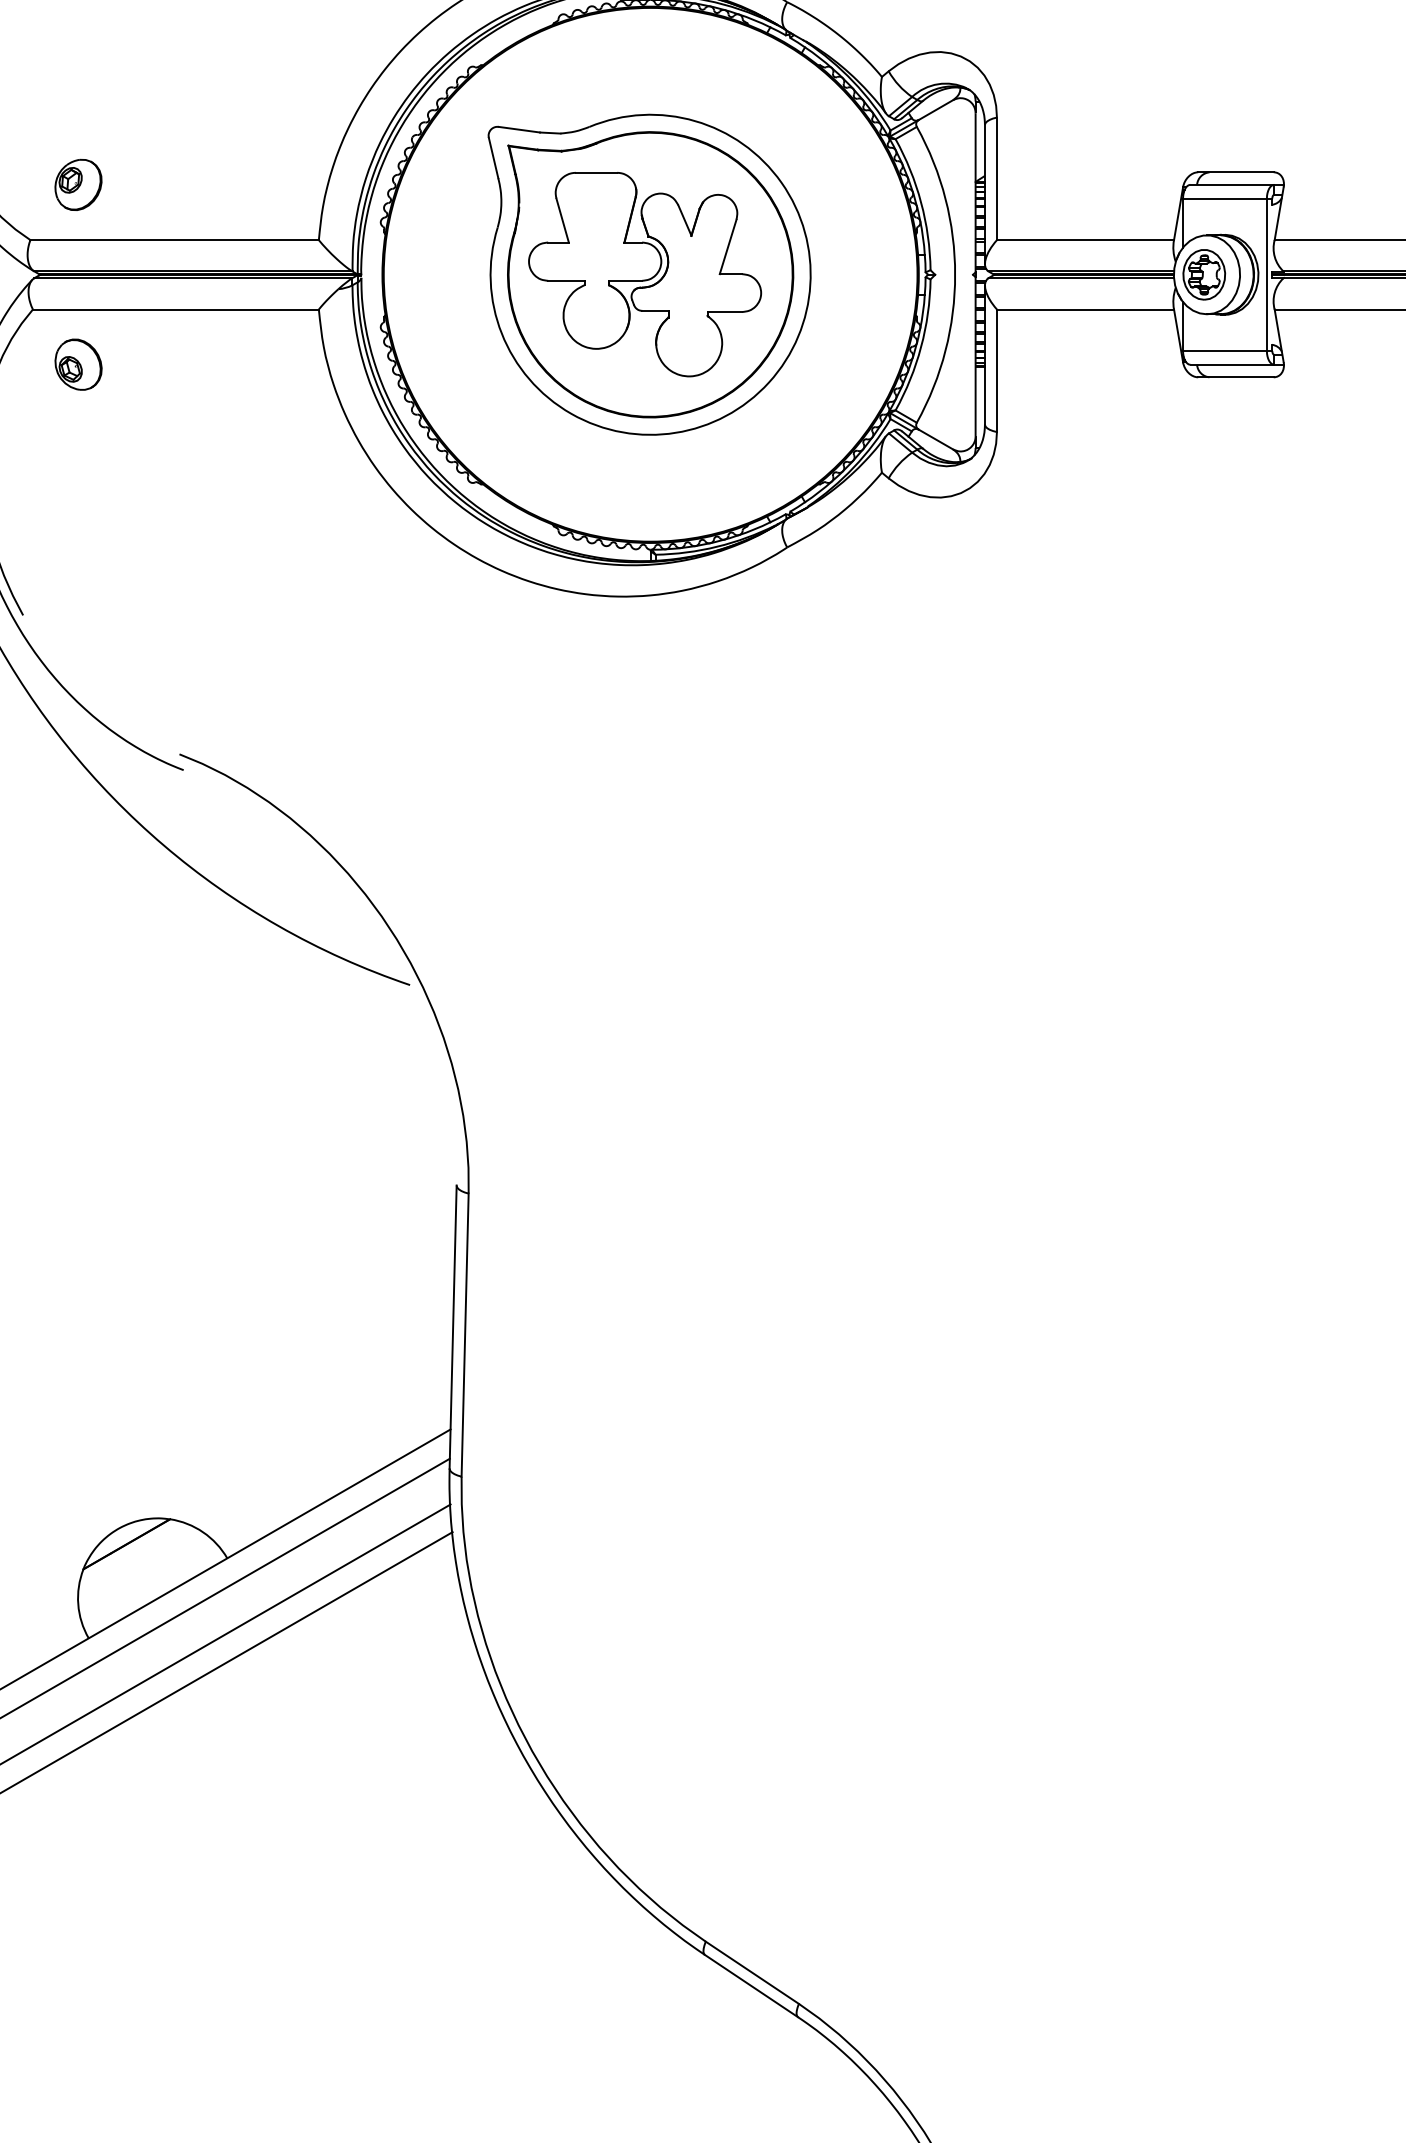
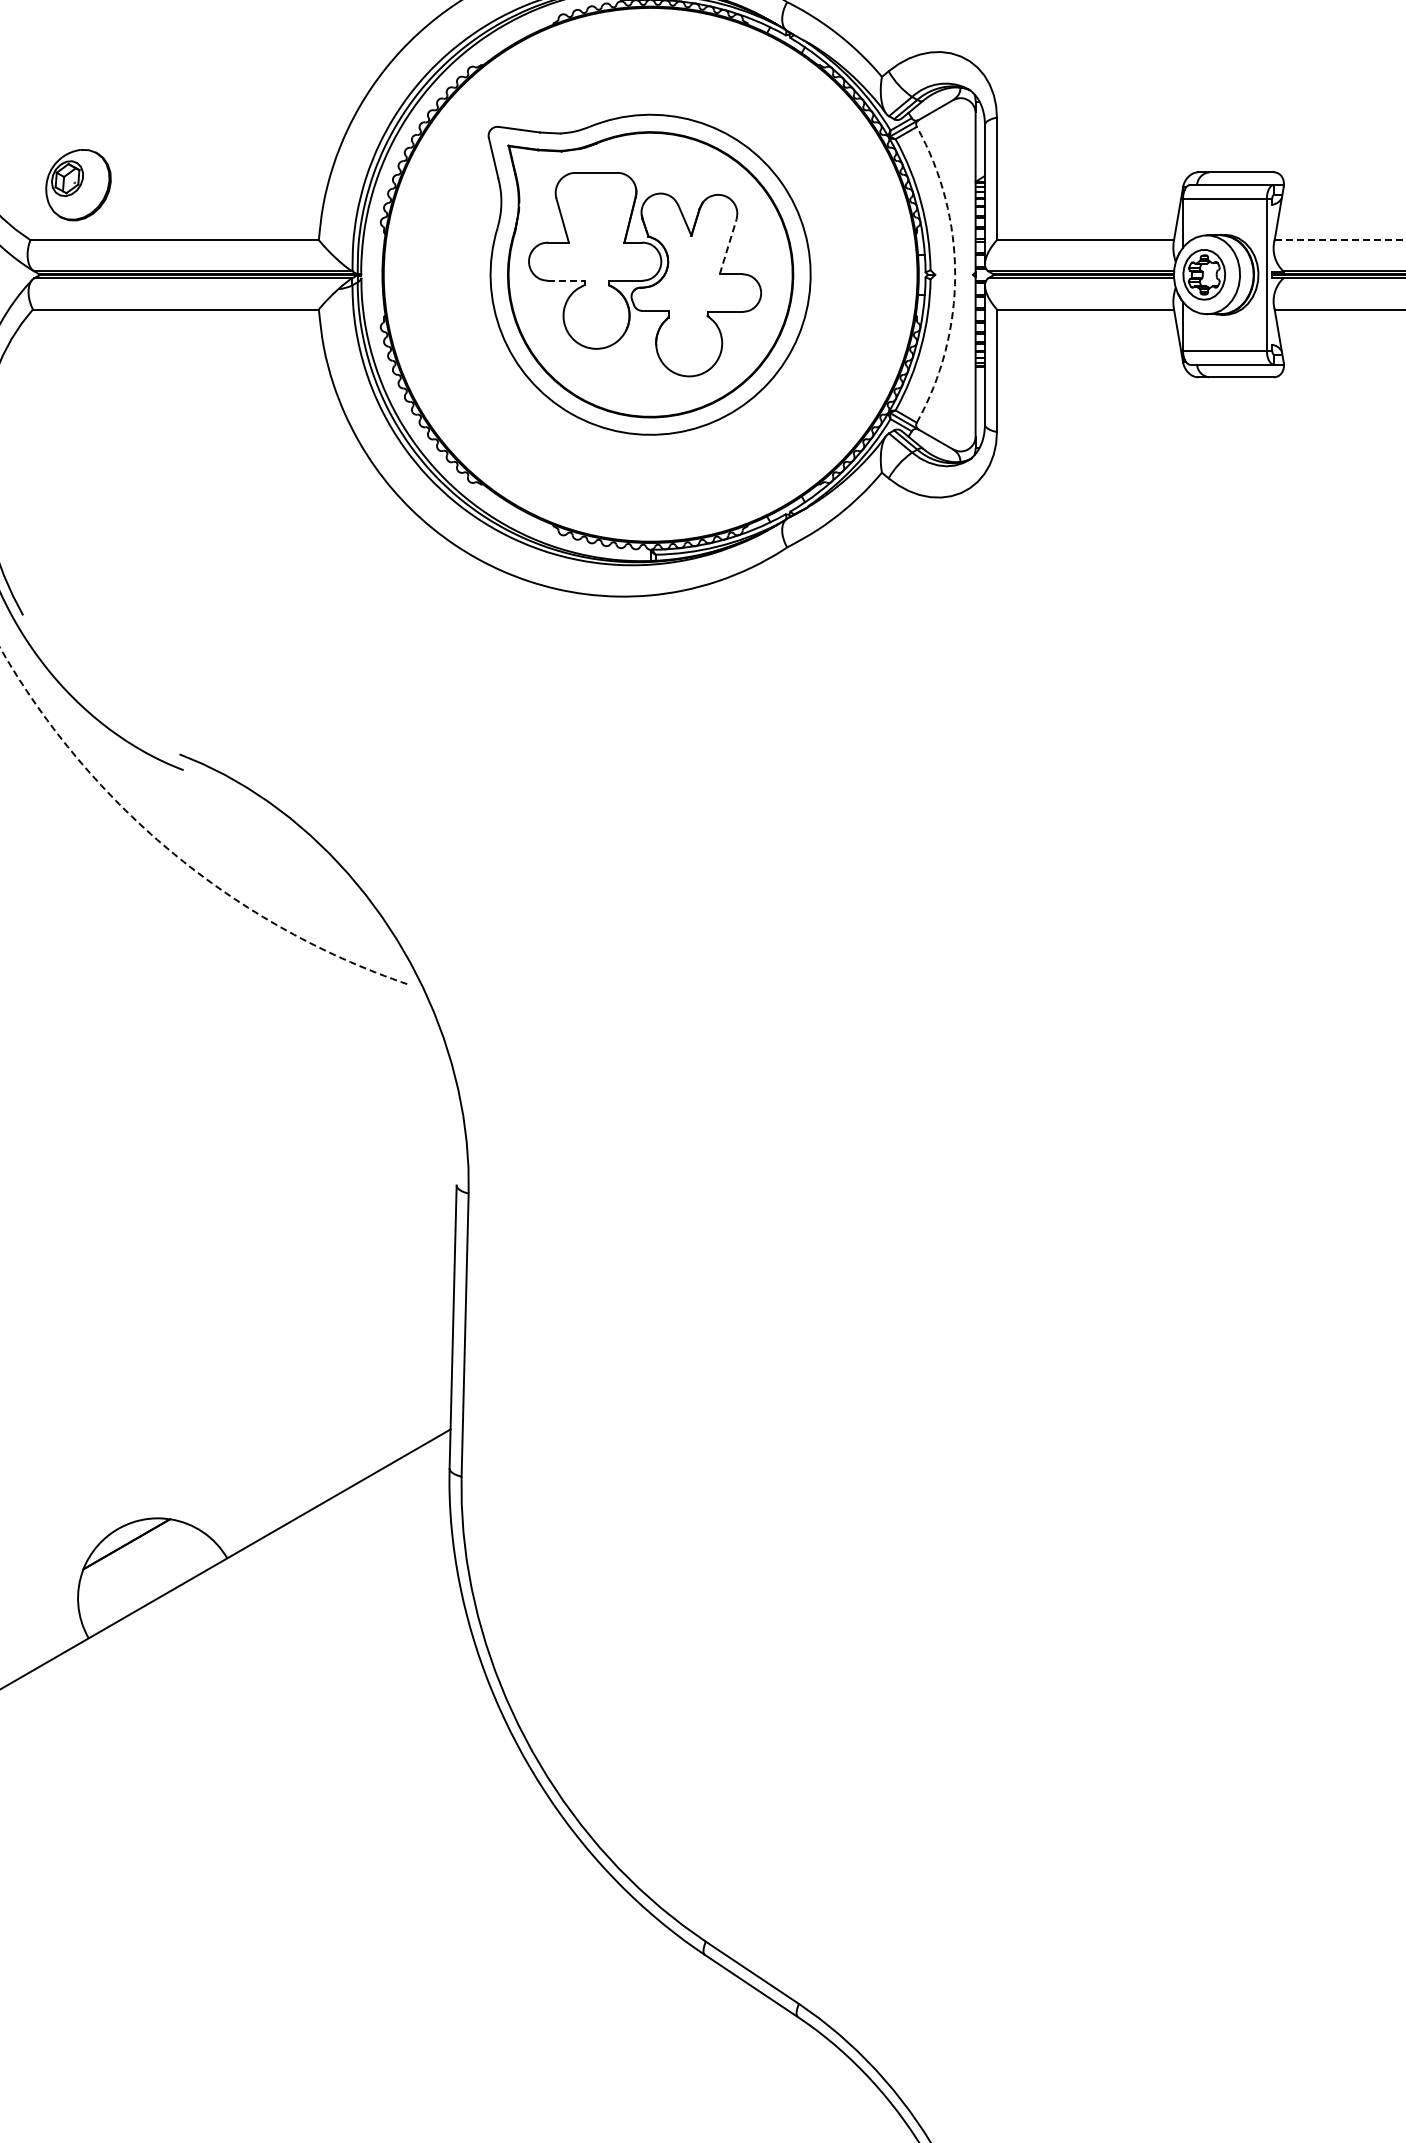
part at (78, 184) size: 49x53 px -> 67x73 px
line at (1340, 240): solid -> dashed
line at (728, 246): solid -> dashed
arc at (955, 274): solid -> dashed
line at (566, 280): solid -> dashed
part at (78, 364): present -> none
arc at (173, 853): solid -> dashed
line at (225, 1587): present -> none
line at (226, 1633): present -> none
line at (227, 1662): present -> none
